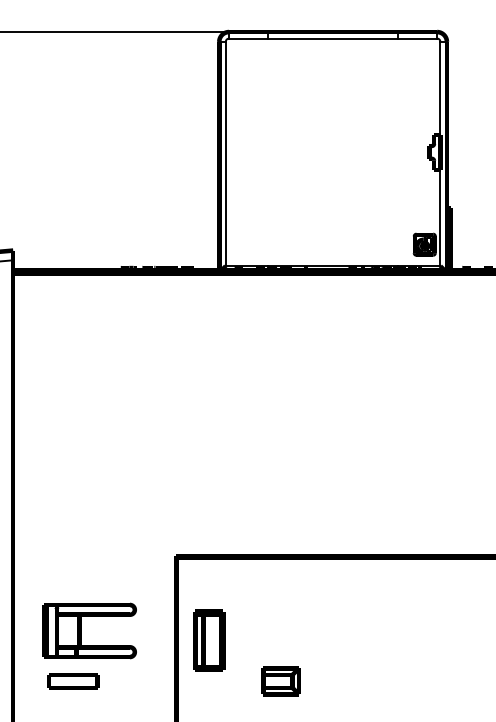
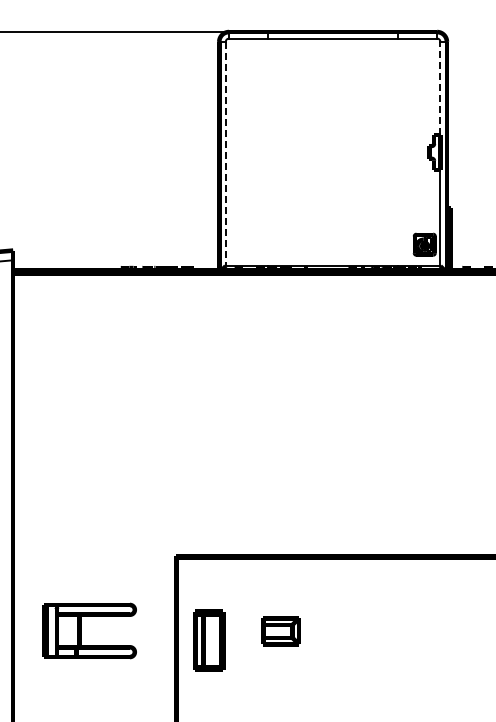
line at (440, 87): solid -> dashed
line at (225, 154): solid -> dashed
part at (73, 681): present -> none
part at (280, 681) position: (280, 681) -> (280, 631)
